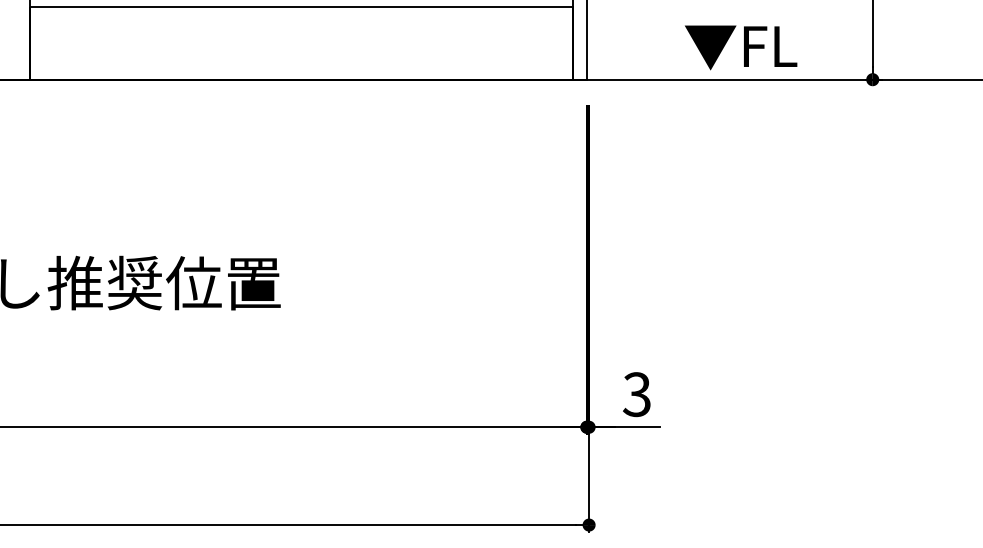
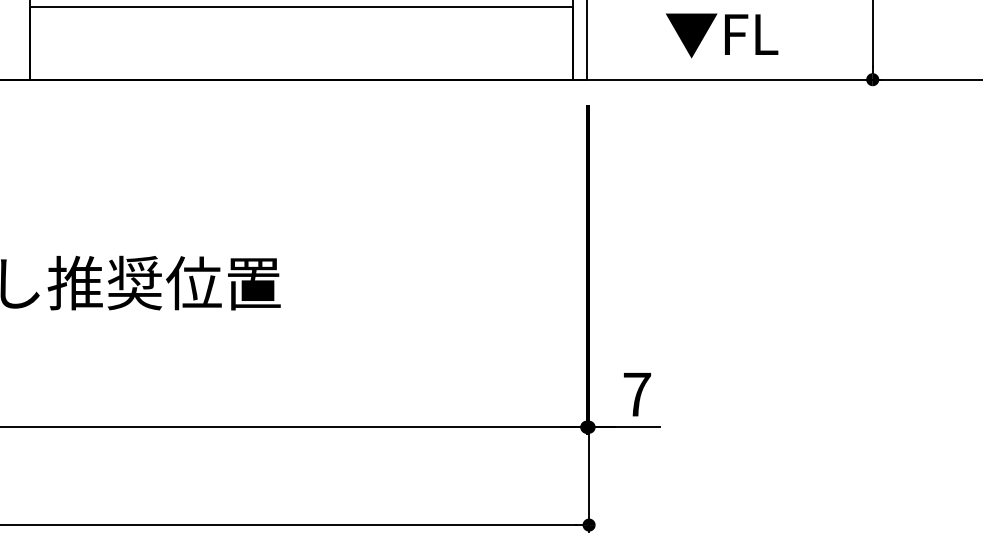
text at (741, 47) position: (741, 47) -> (722, 35)
text at (637, 394): 3 -> 7
